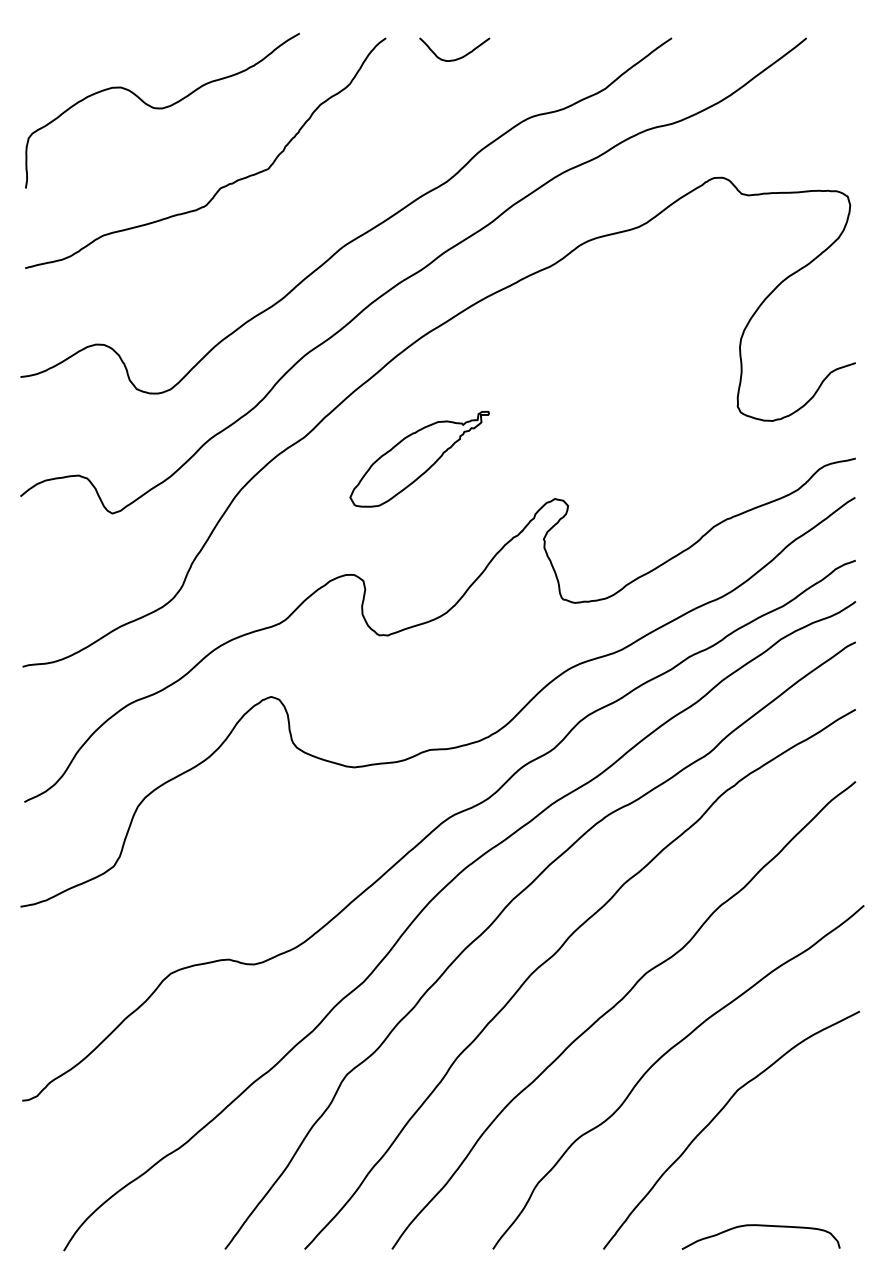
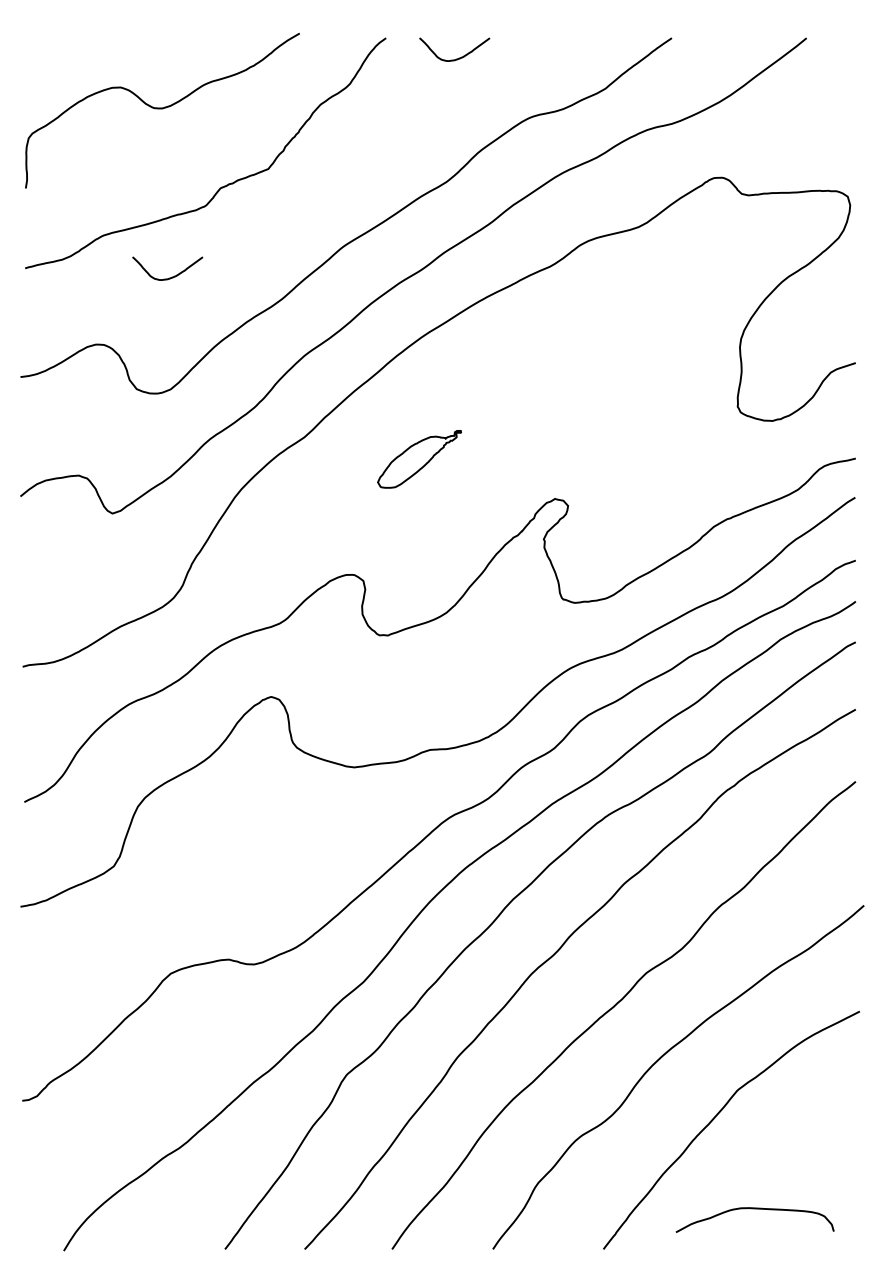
curve at (169, 277): none -> present
part at (419, 459) size: 141x97 px -> 85x59 px
curve at (760, 1226) position: (760, 1226) -> (754, 1209)
